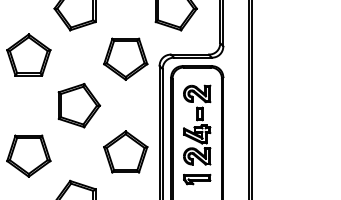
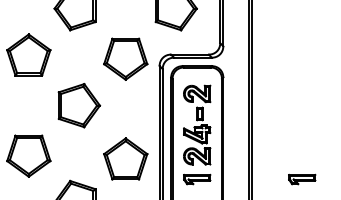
part at (125, 151) position: (125, 151) -> (125, 158)
part at (302, 179): none -> present
